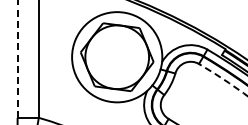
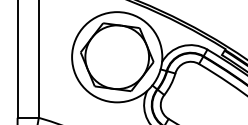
line at (17, 59): dashed -> solid
arc at (224, 79): dashed -> solid
